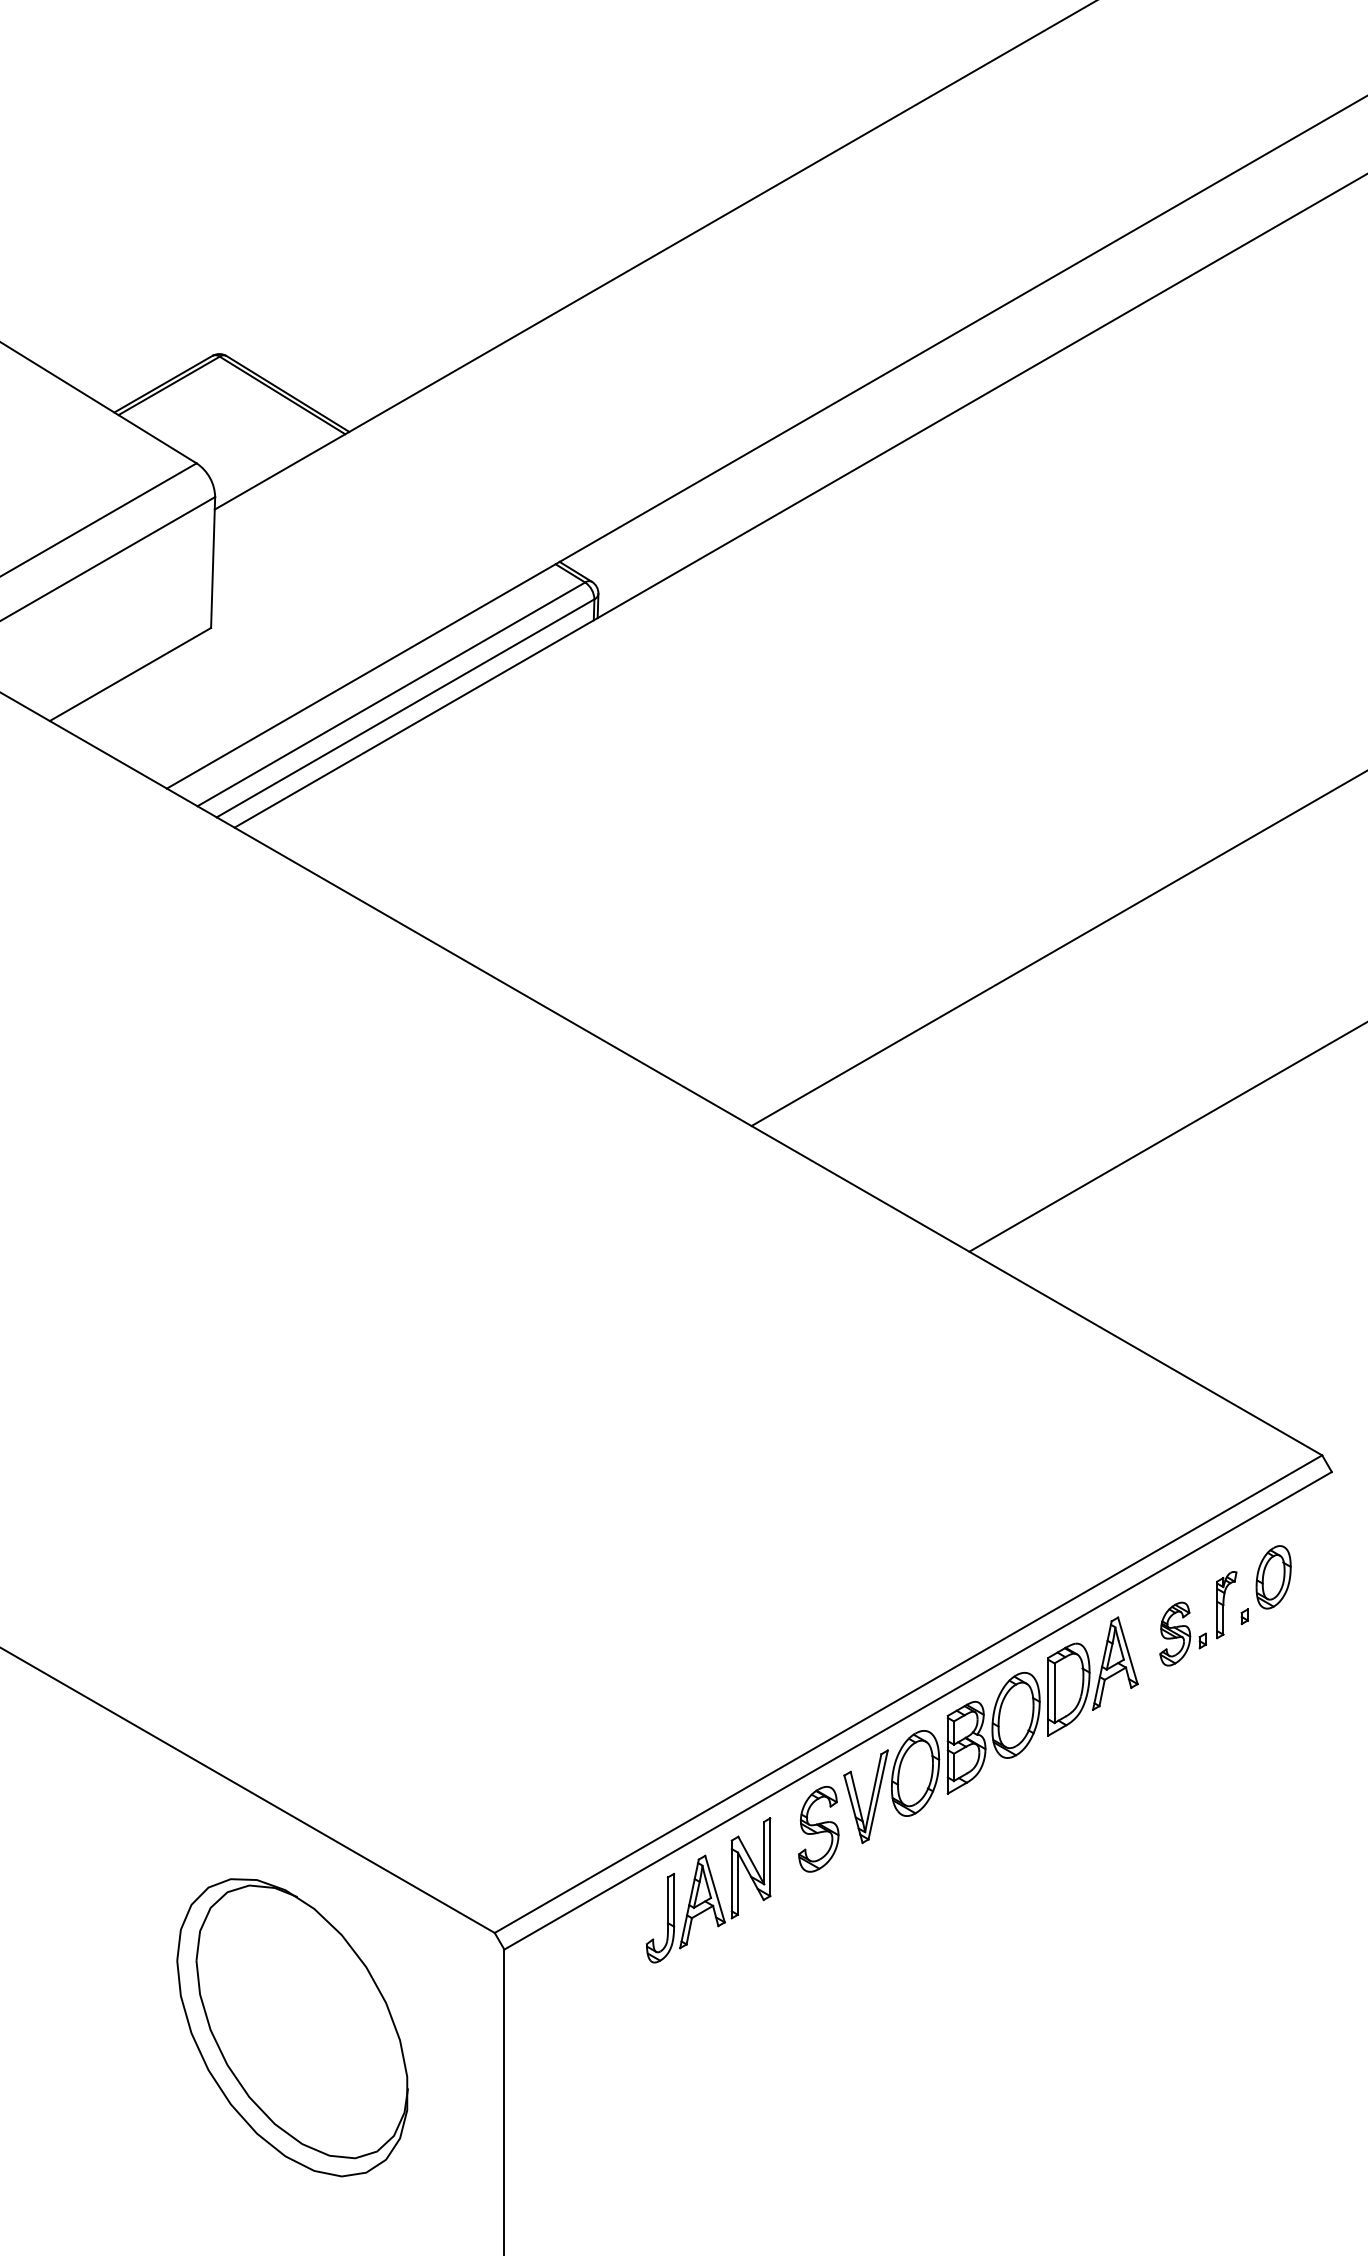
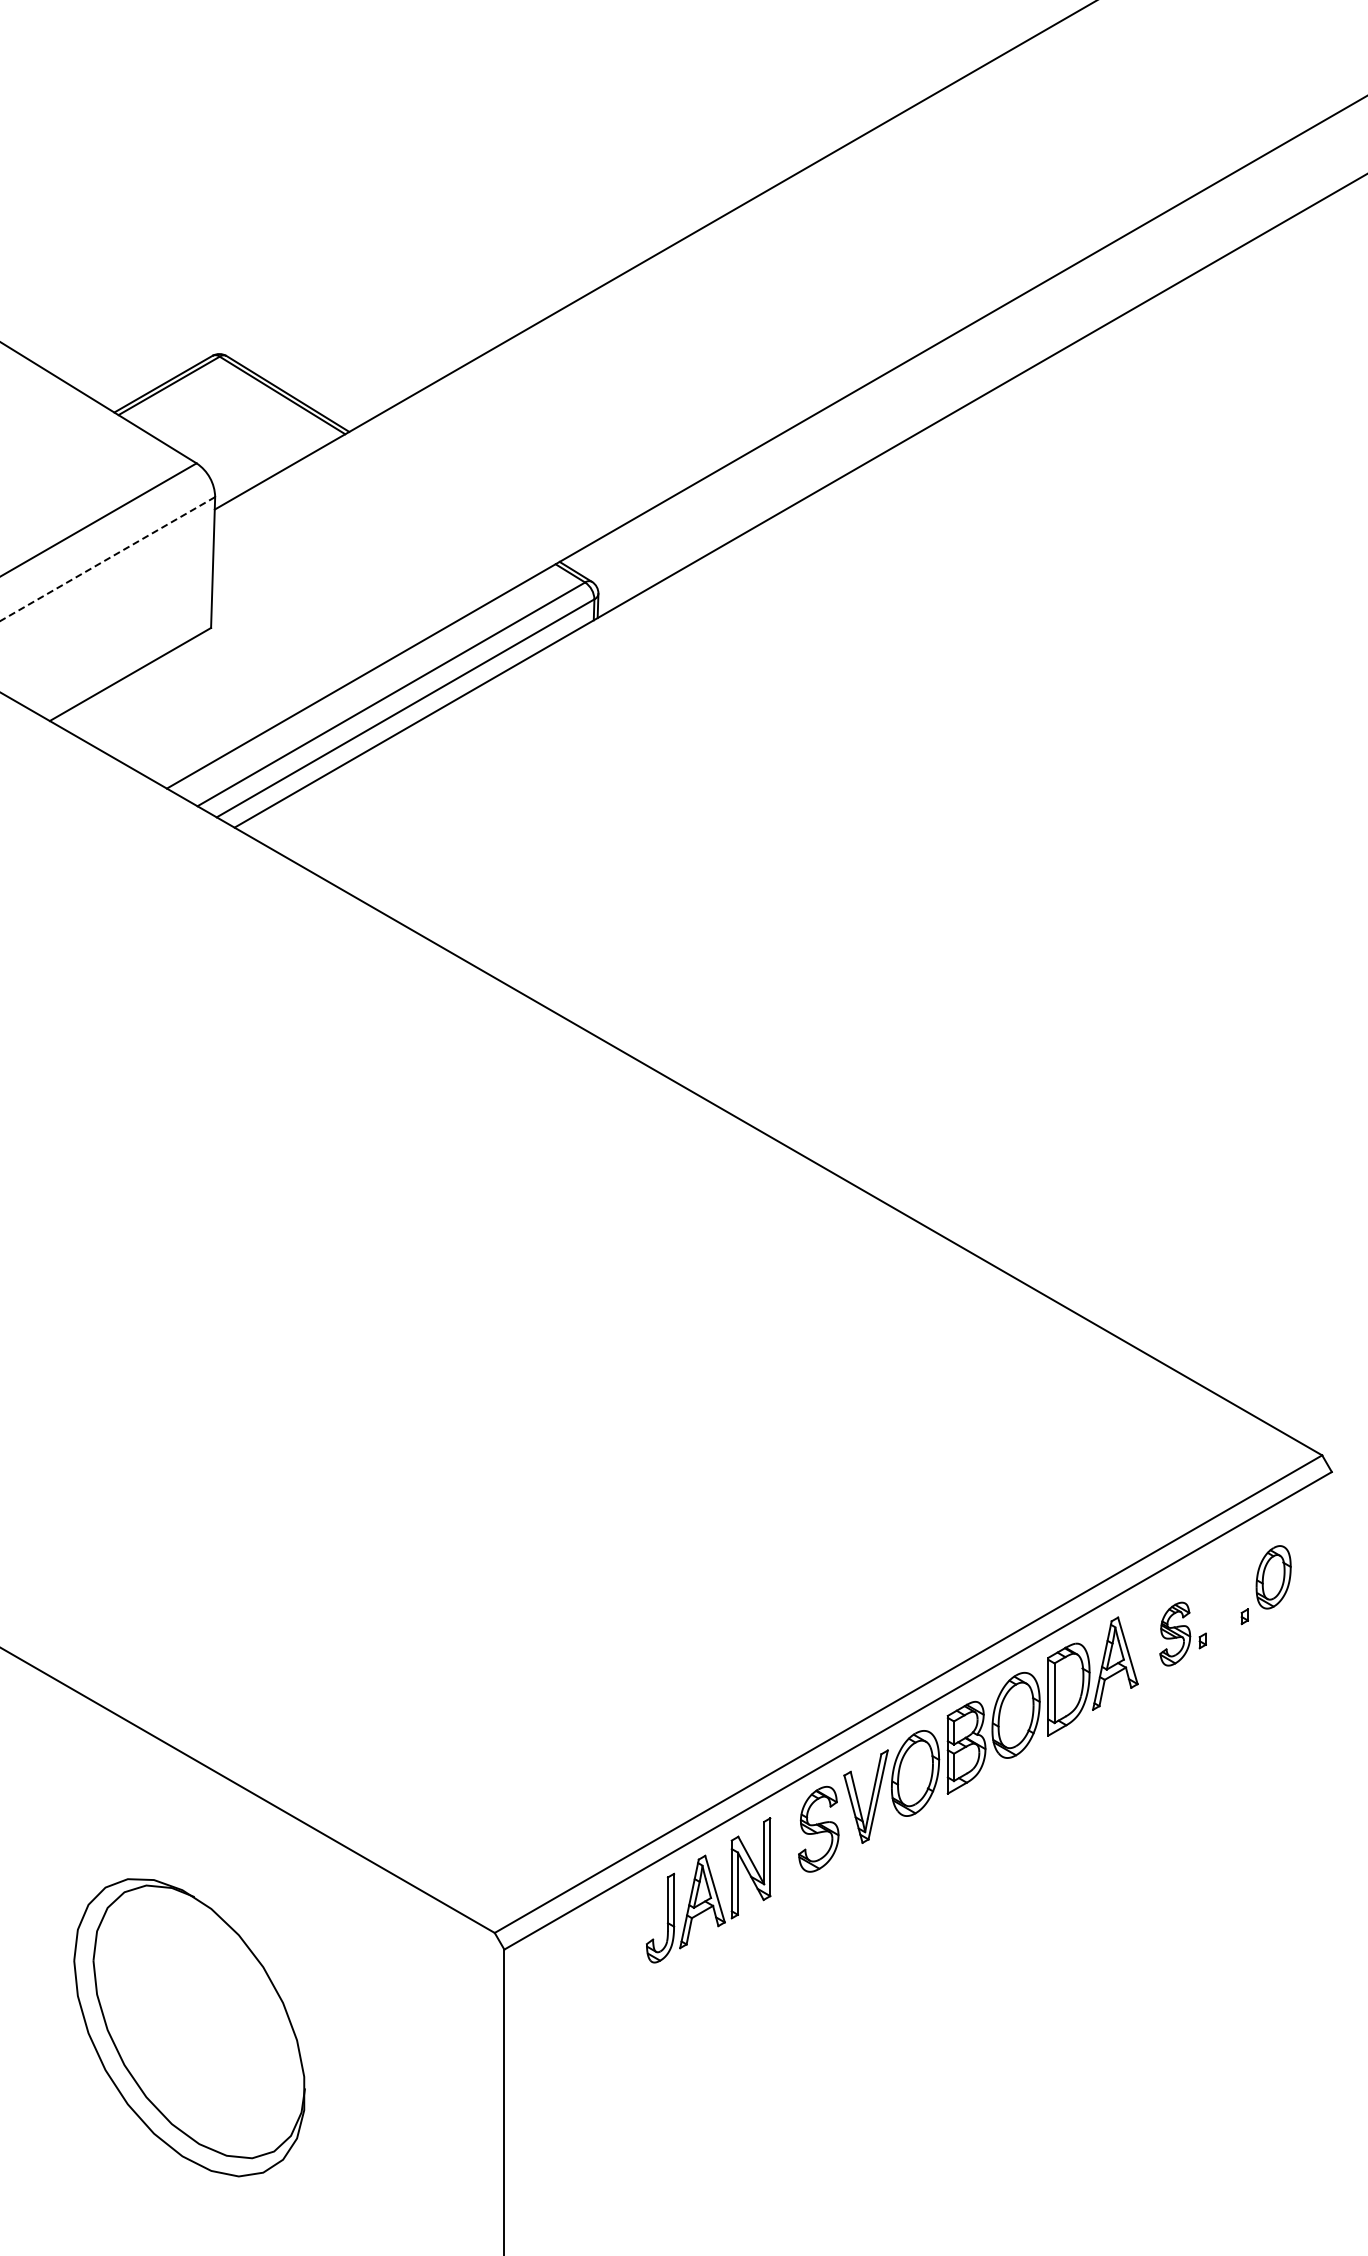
line at (107, 558): solid -> dashed
line at (1057, 949): present -> none
line at (1166, 1137): present -> none
part at (1226, 1605): present -> none
part at (292, 2027) position: (292, 2027) -> (189, 2027)
